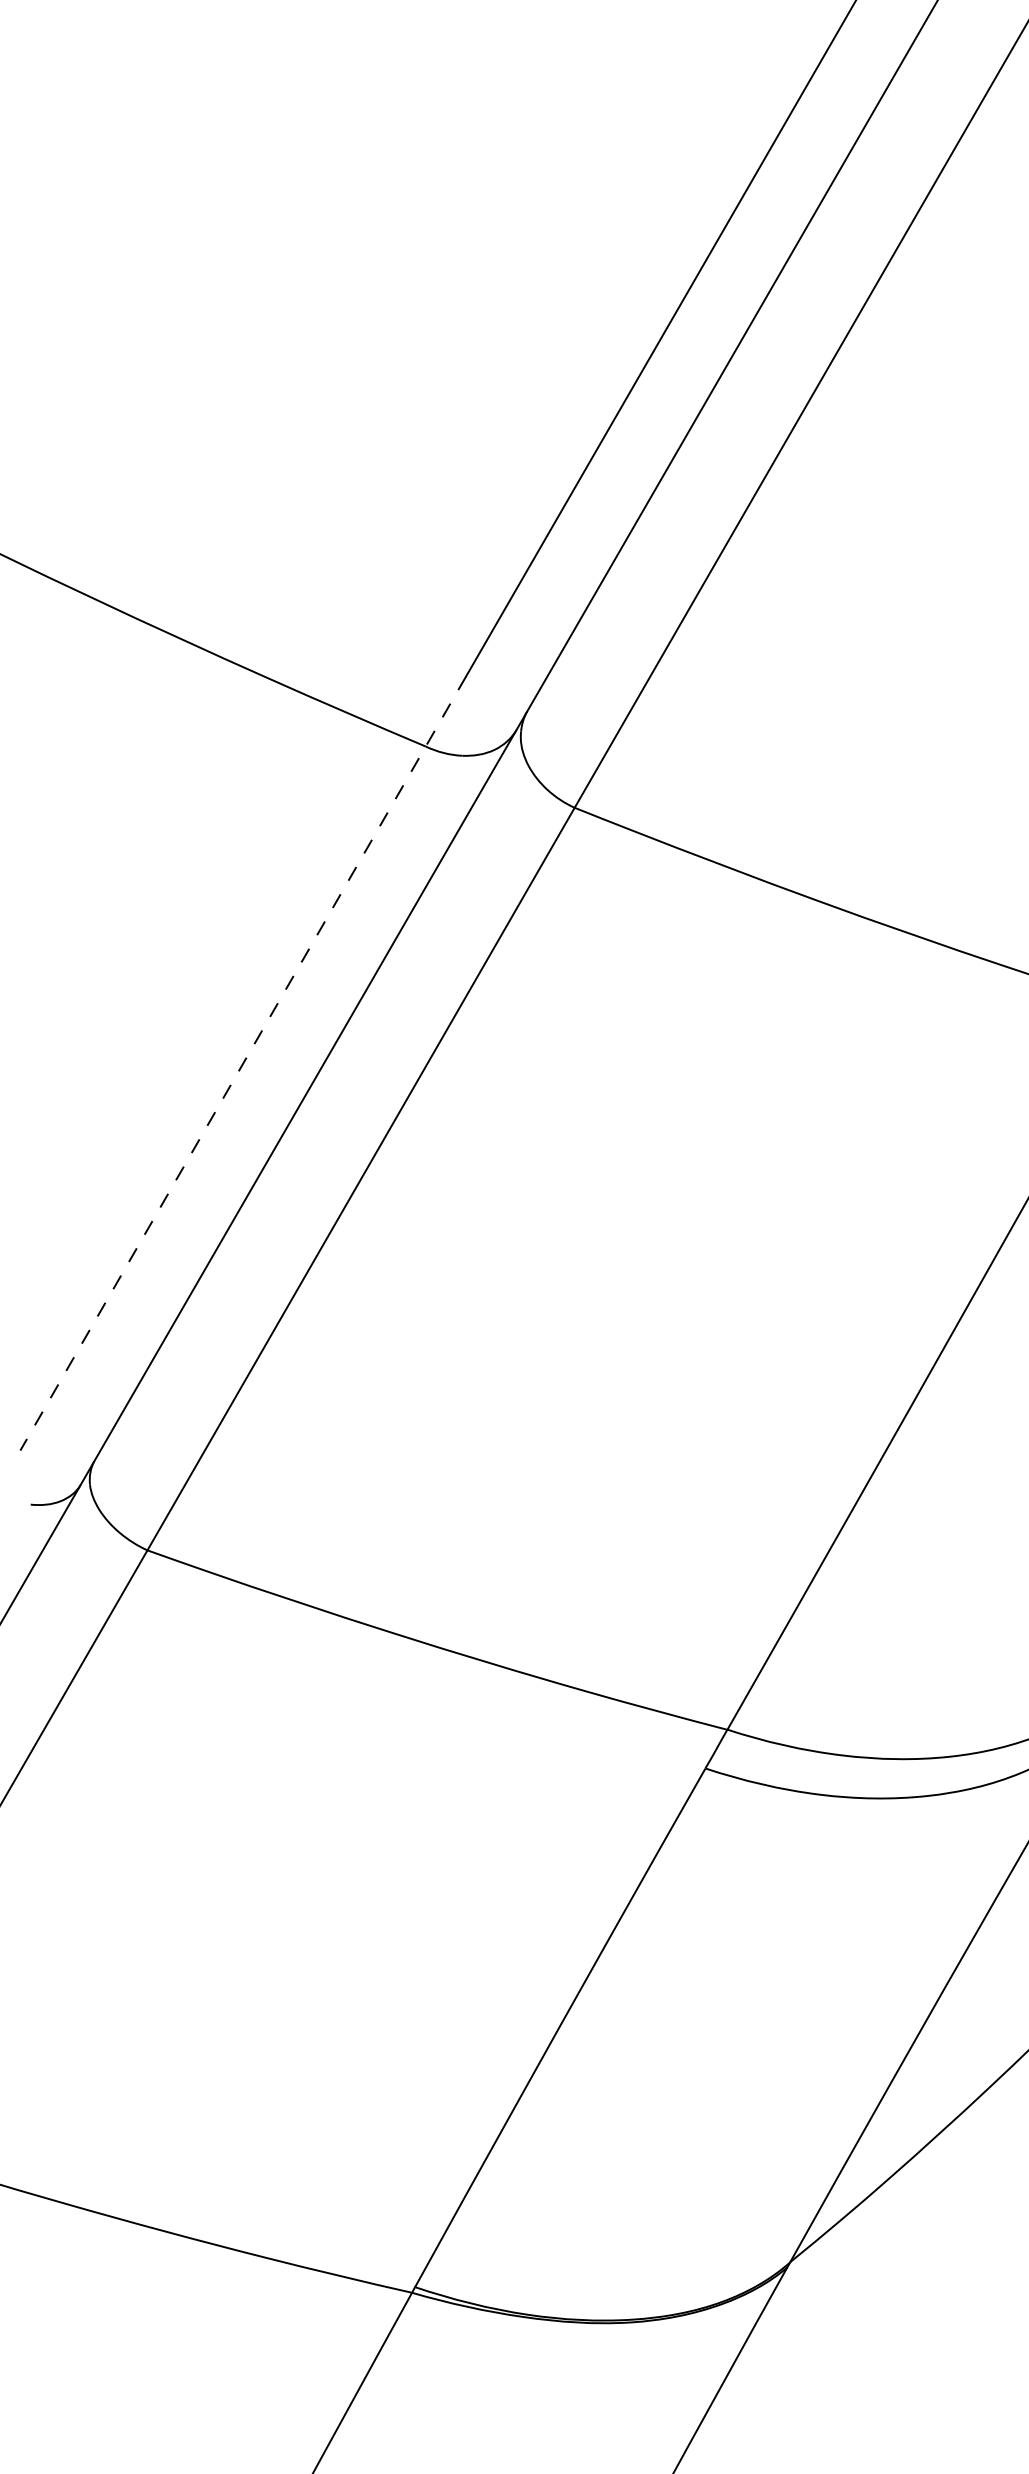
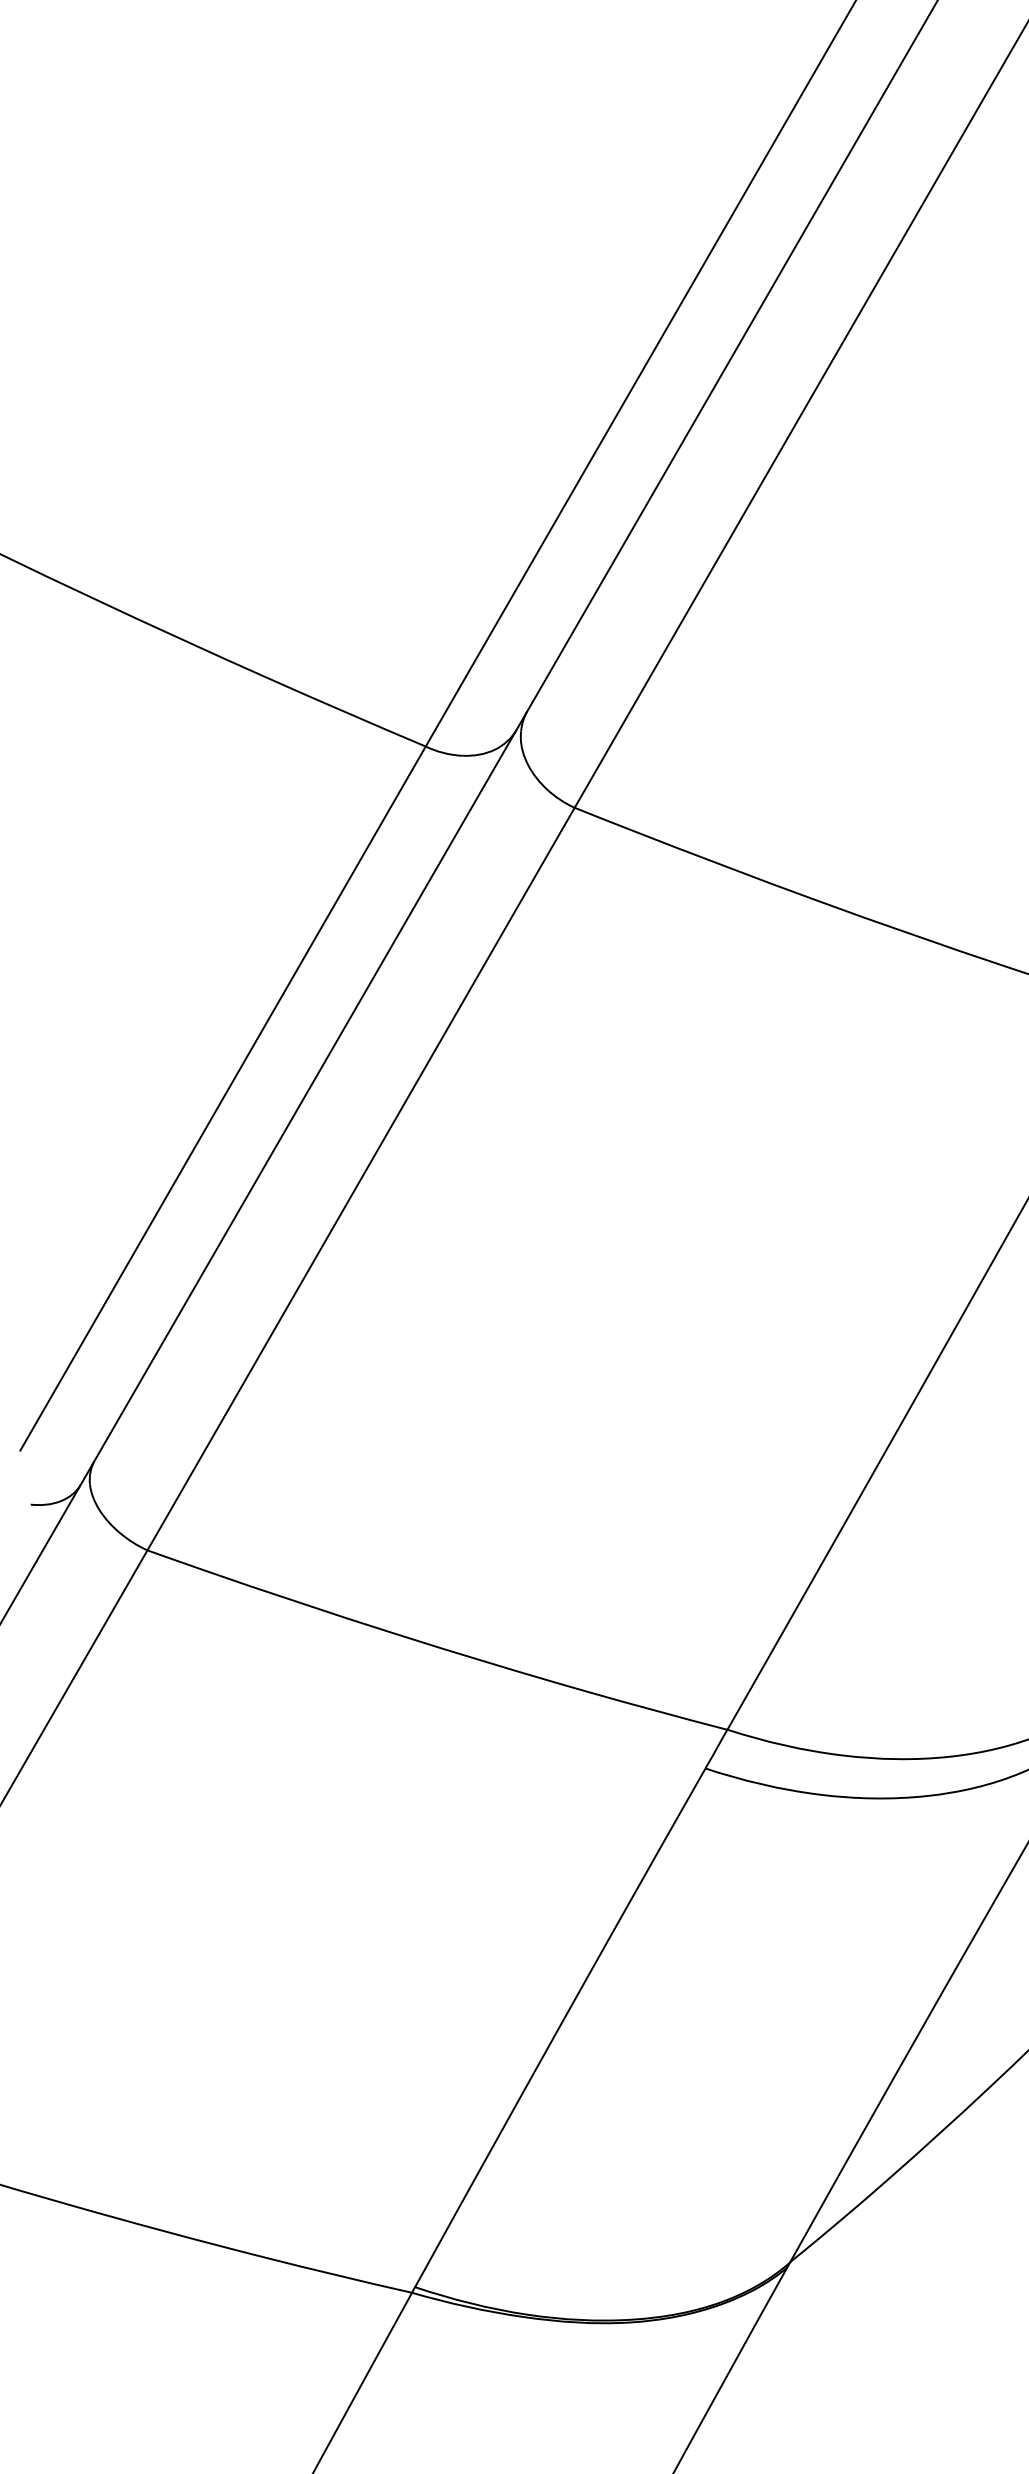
line at (243, 1063): dashed -> solid
